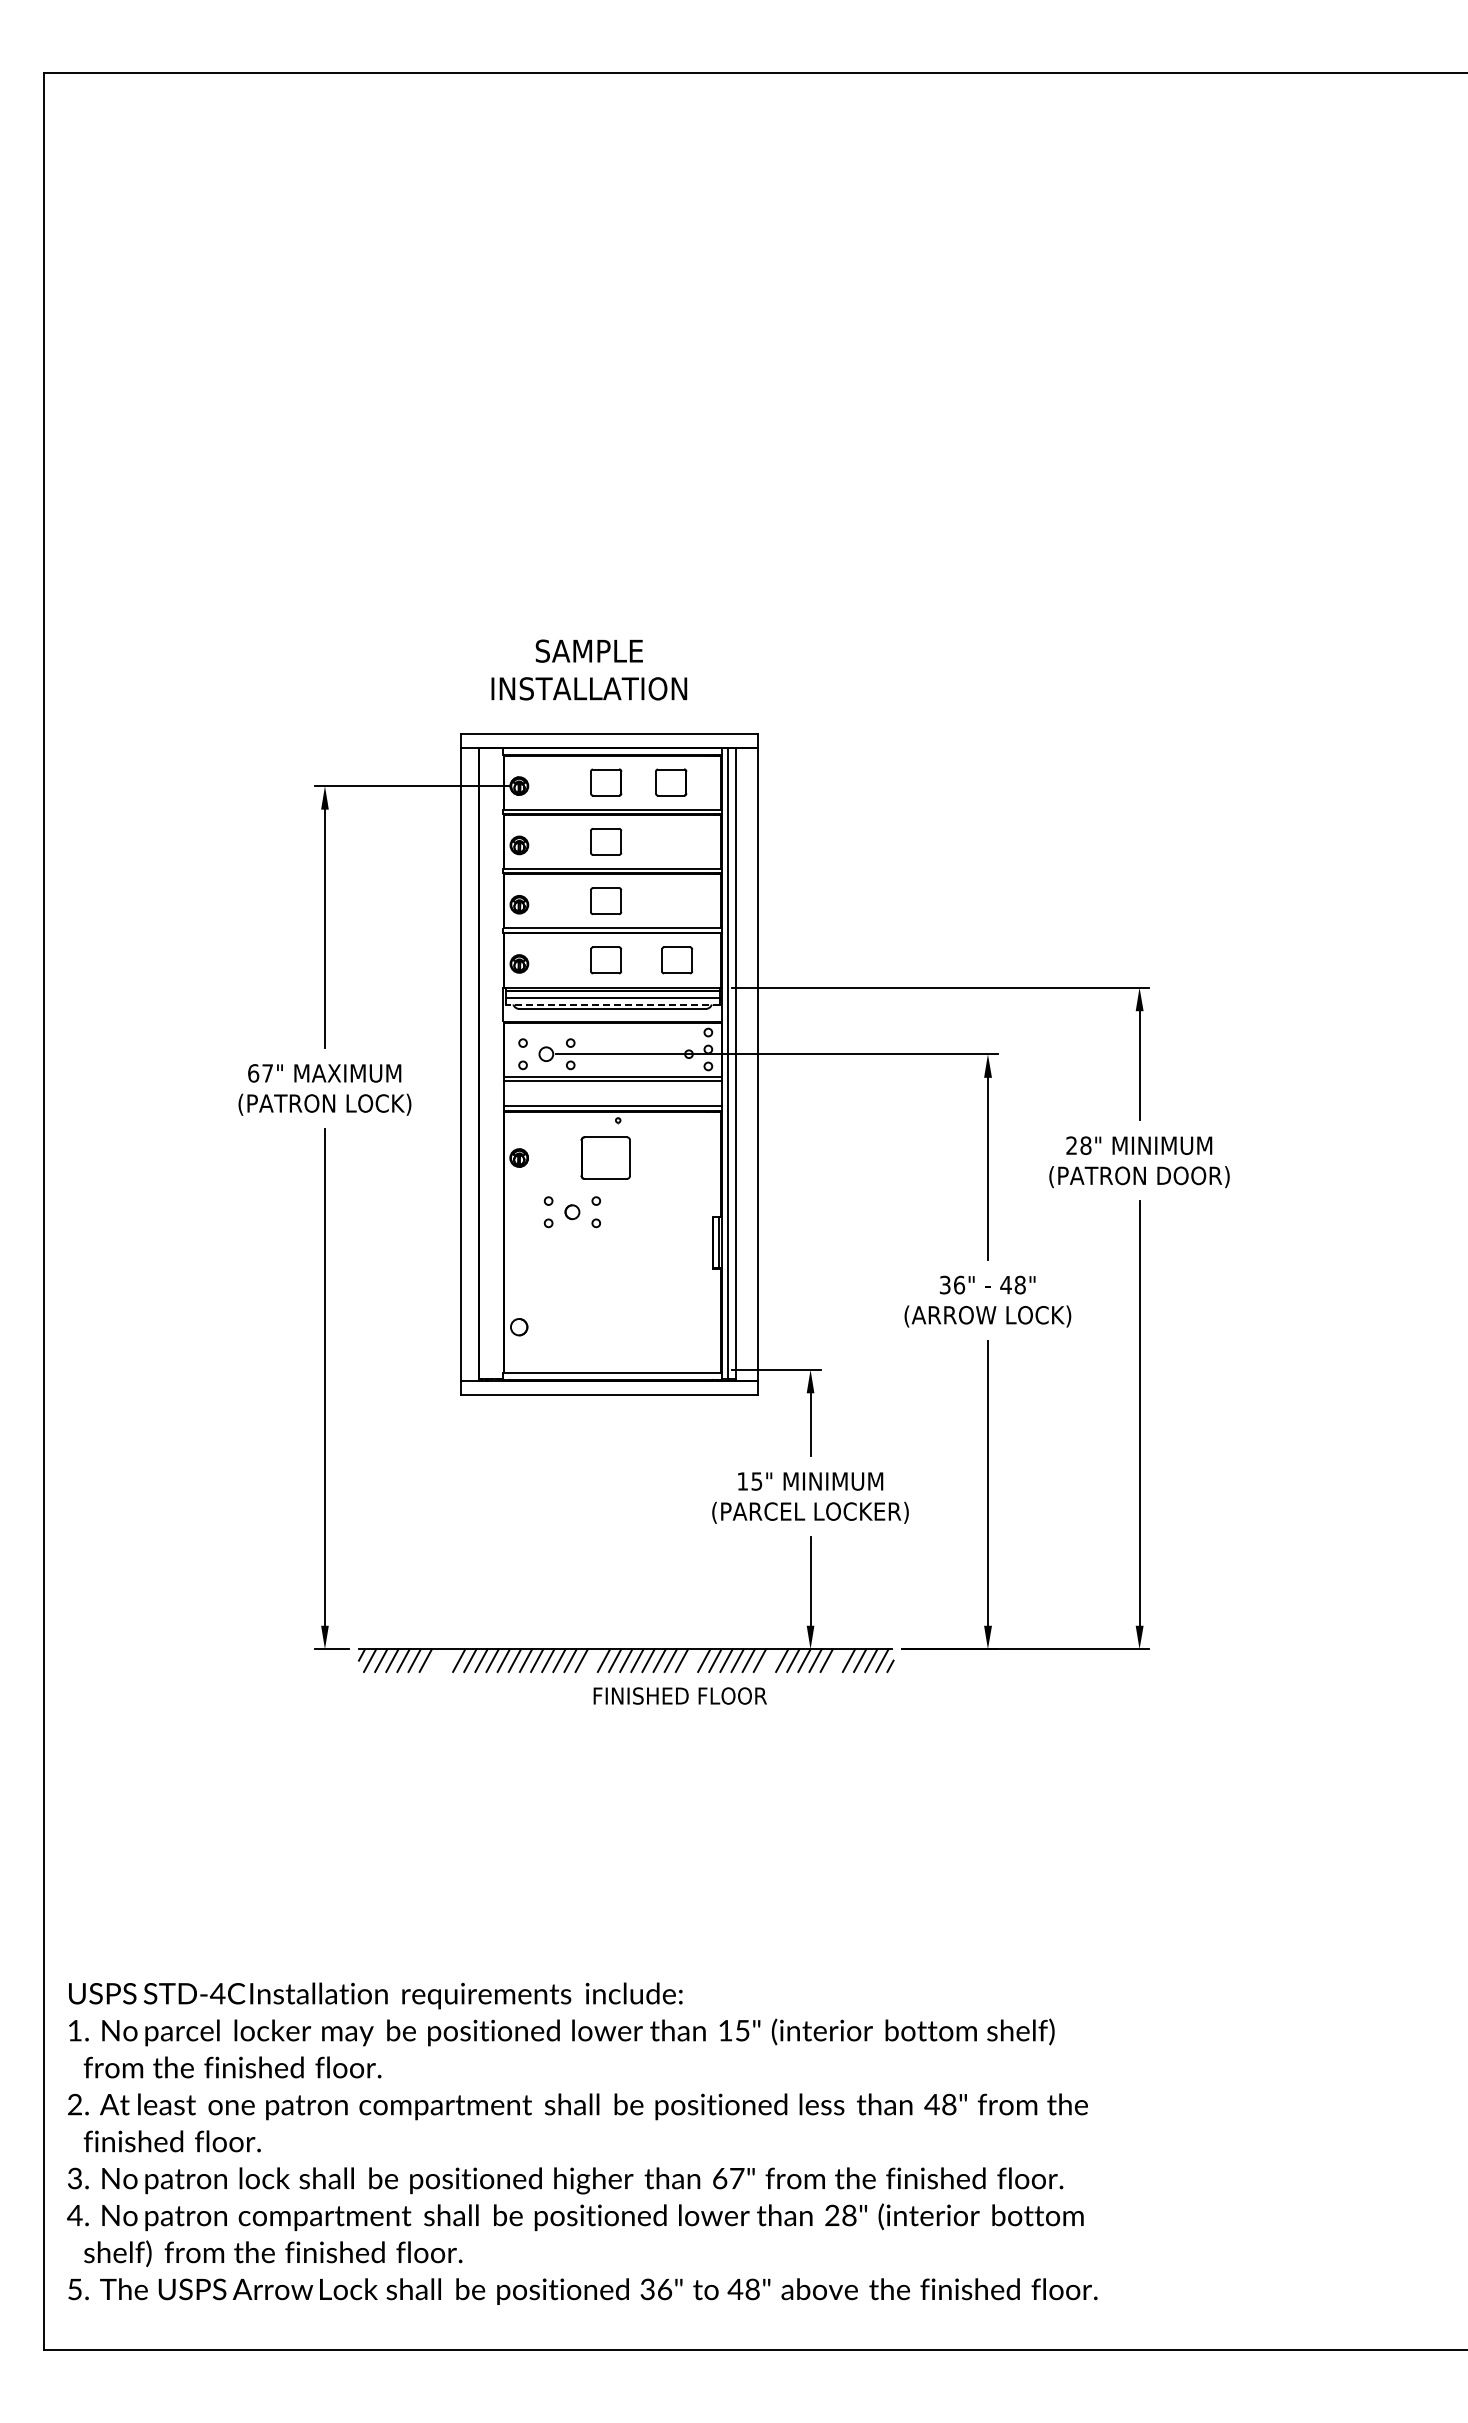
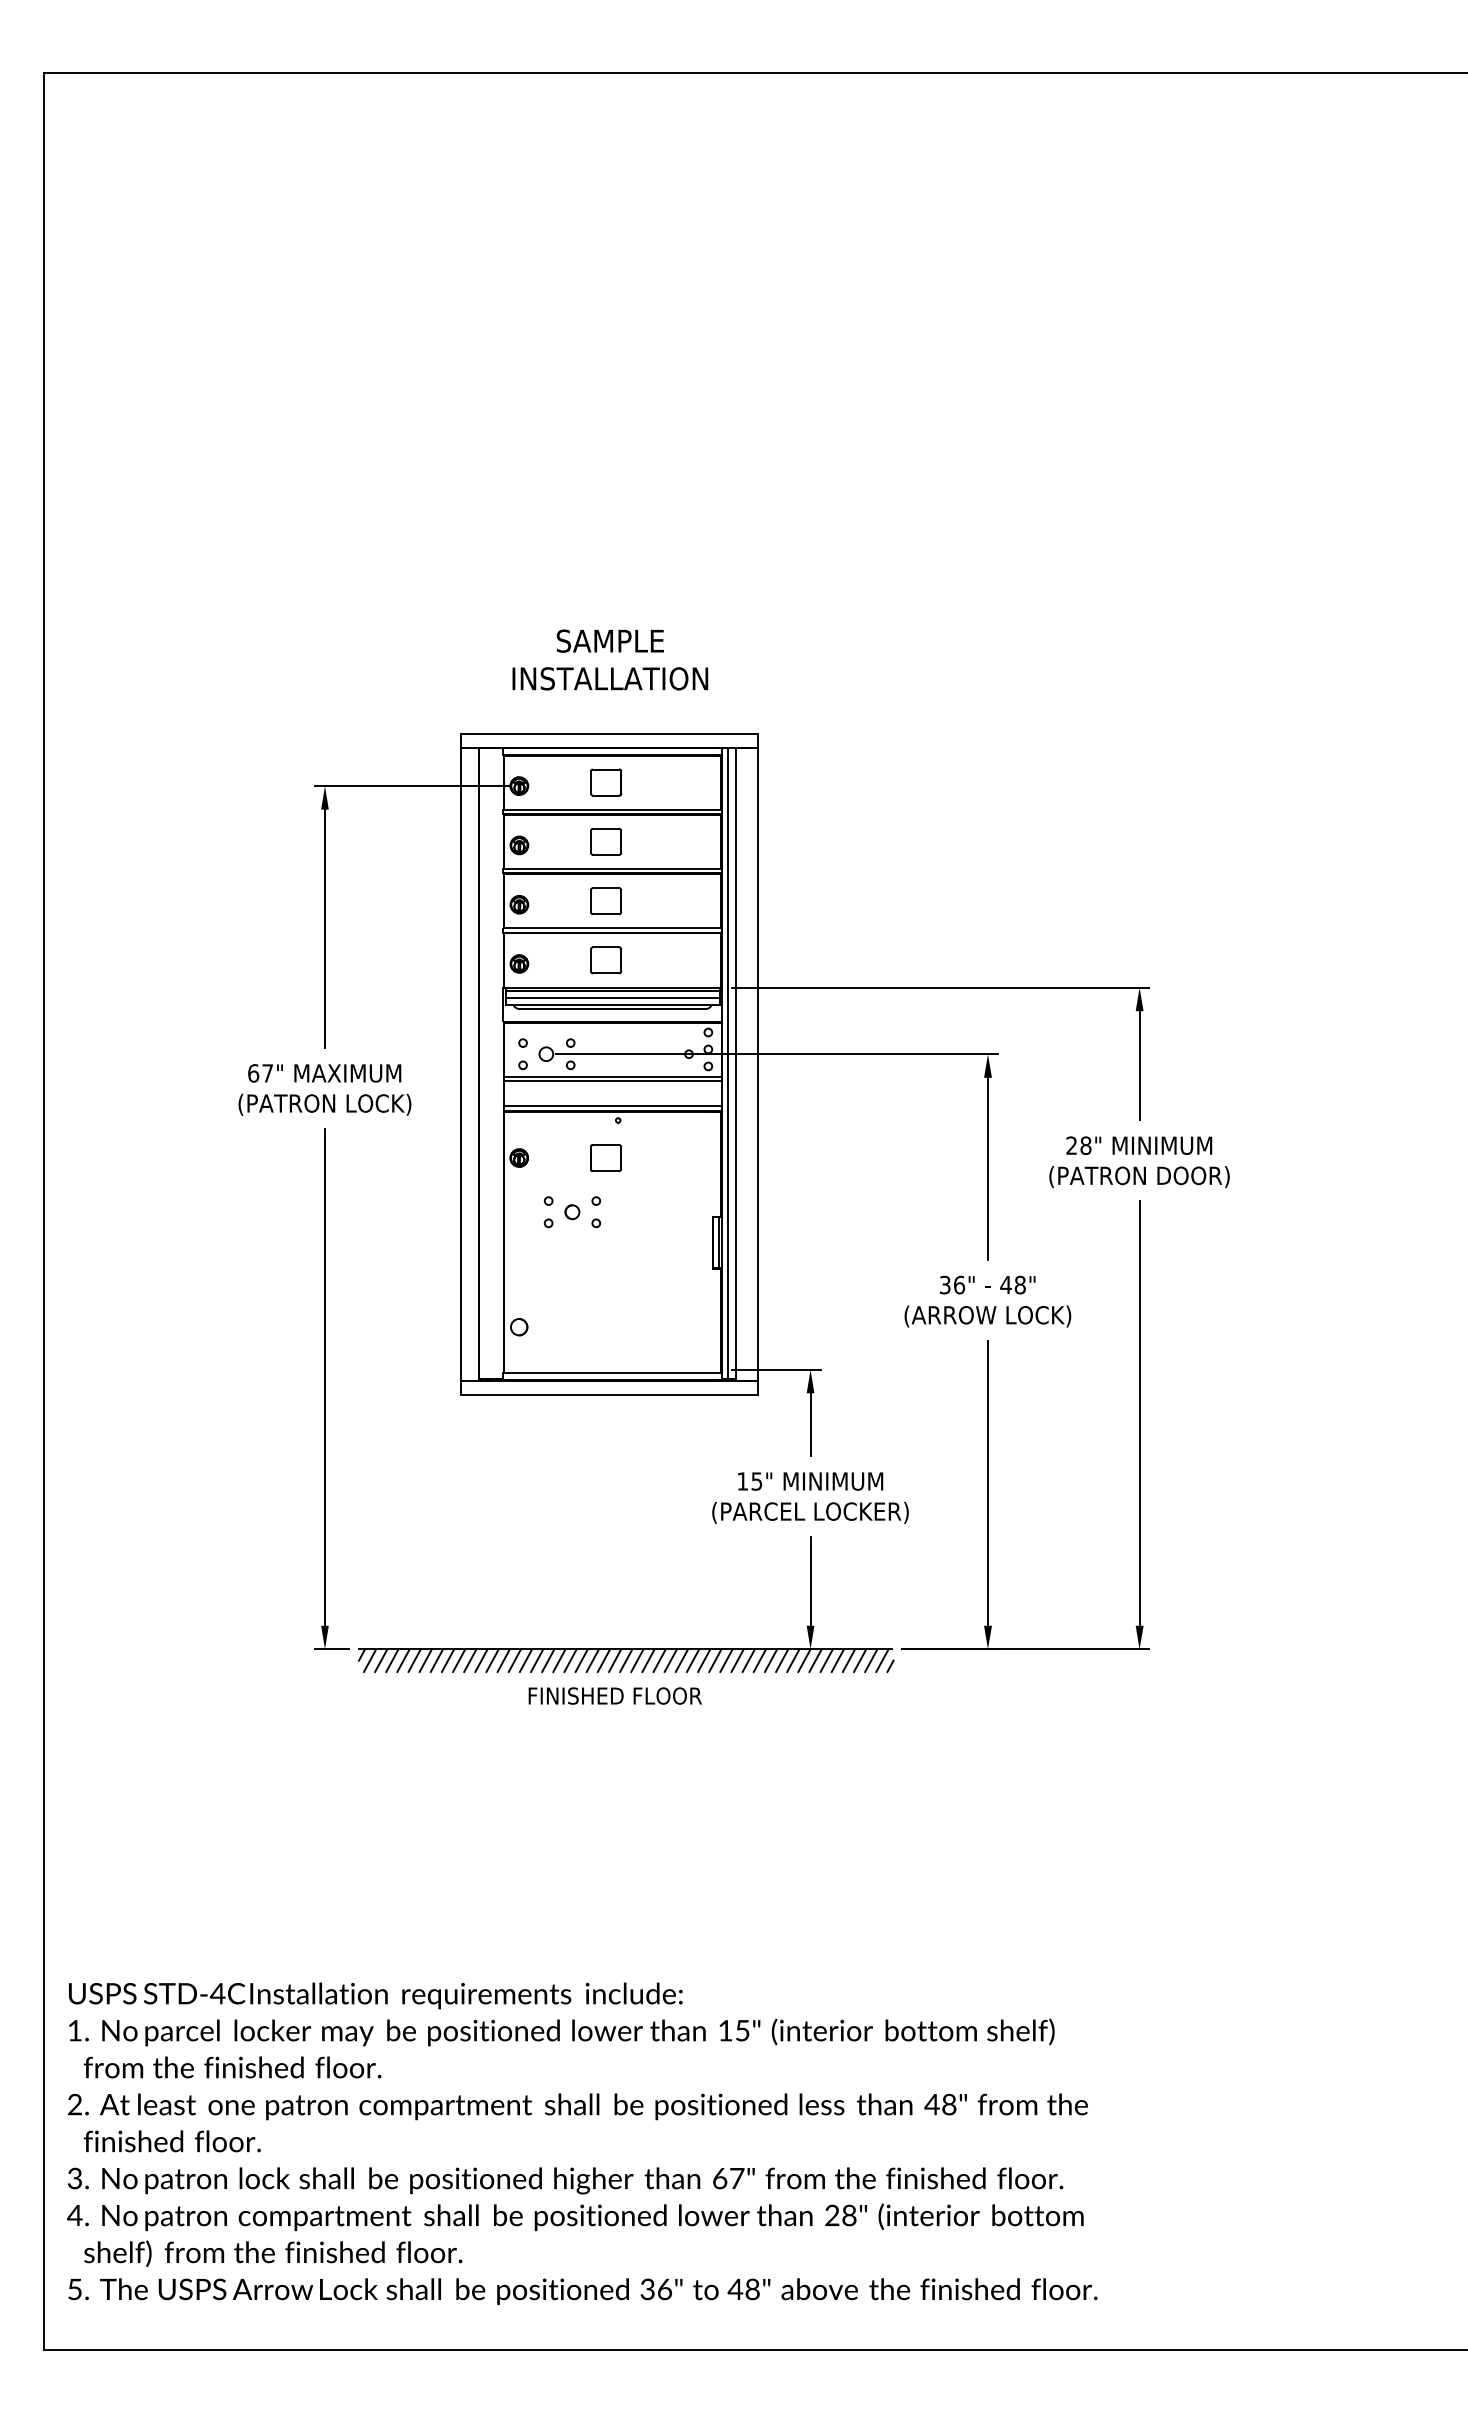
text at (589, 669) position: (589, 669) -> (610, 659)
part at (671, 782): present -> none
part at (677, 960): present -> none
line at (612, 1004): dashed -> solid
part at (605, 1157) size: 51x44 px -> 33x28 px
line at (436, 1660): none -> present
line at (447, 1660): none -> present
line at (592, 1660): none -> present
line at (692, 1660): none -> present
line at (770, 1660): none -> present
line at (837, 1660): none -> present
text at (679, 1695) position: (679, 1695) -> (614, 1695)
